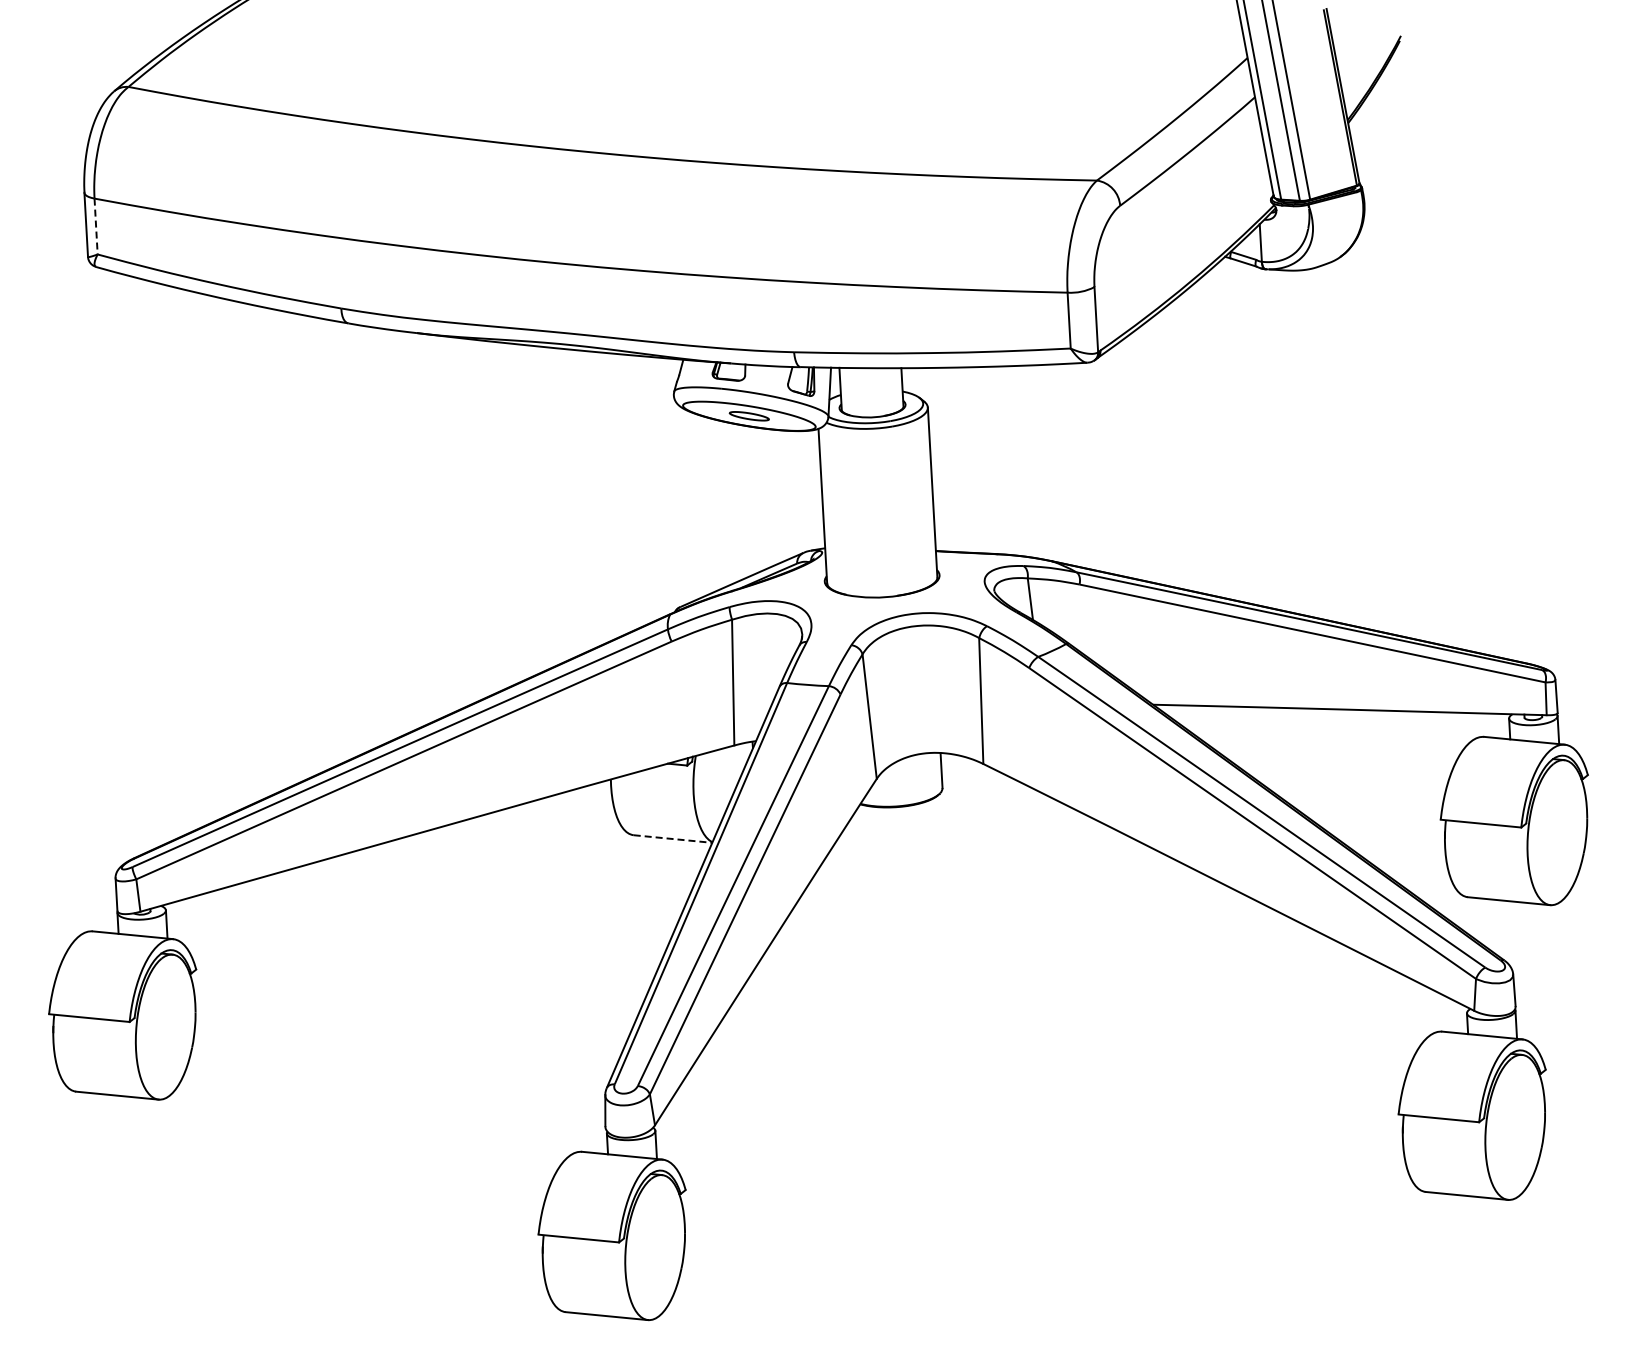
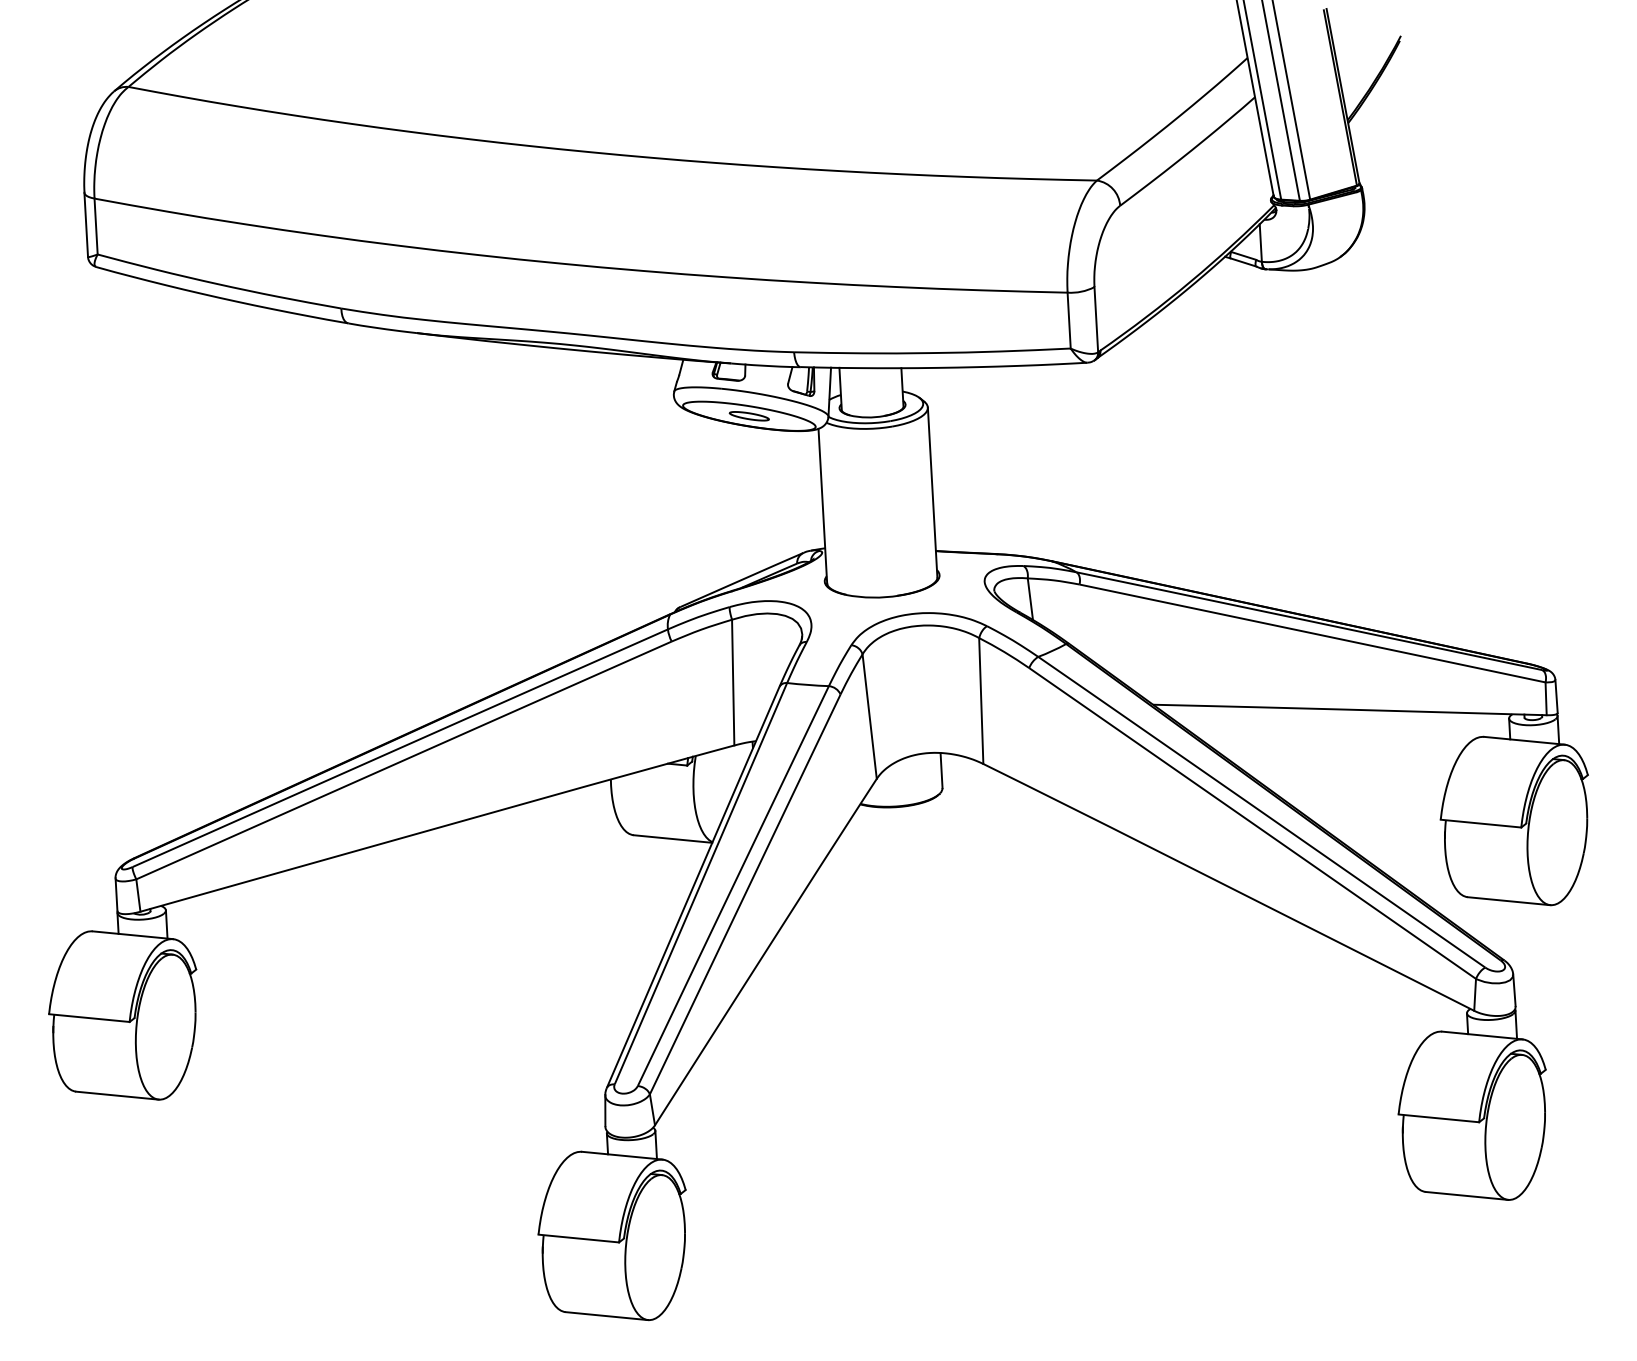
line at (96, 226): dashed -> solid
line at (673, 839): dashed -> solid
